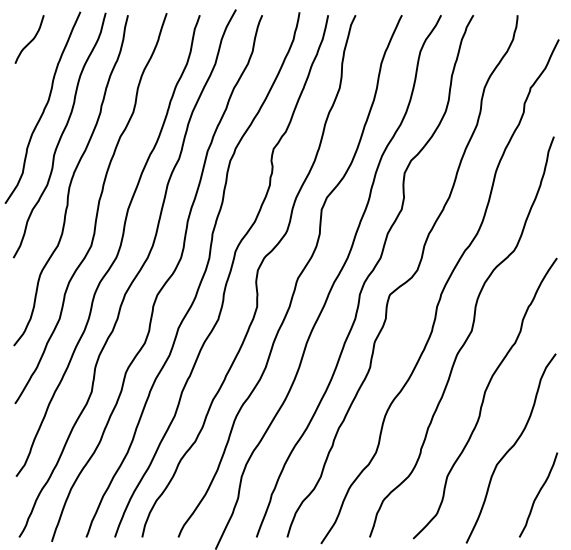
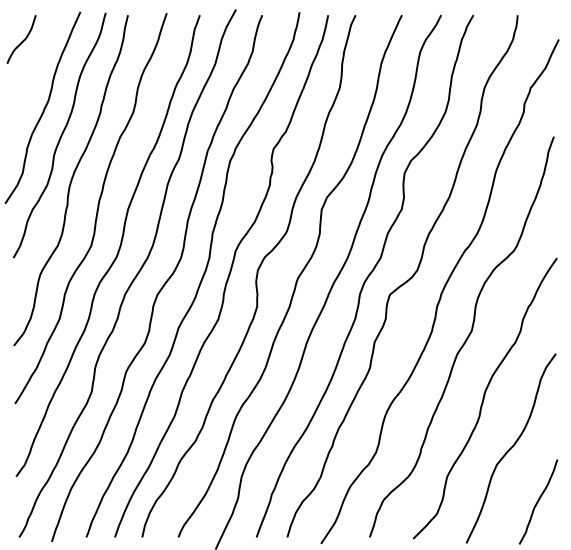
curve at (30, 40) position: (30, 40) -> (22, 40)
curve at (538, 494) position: (538, 494) -> (538, 501)
